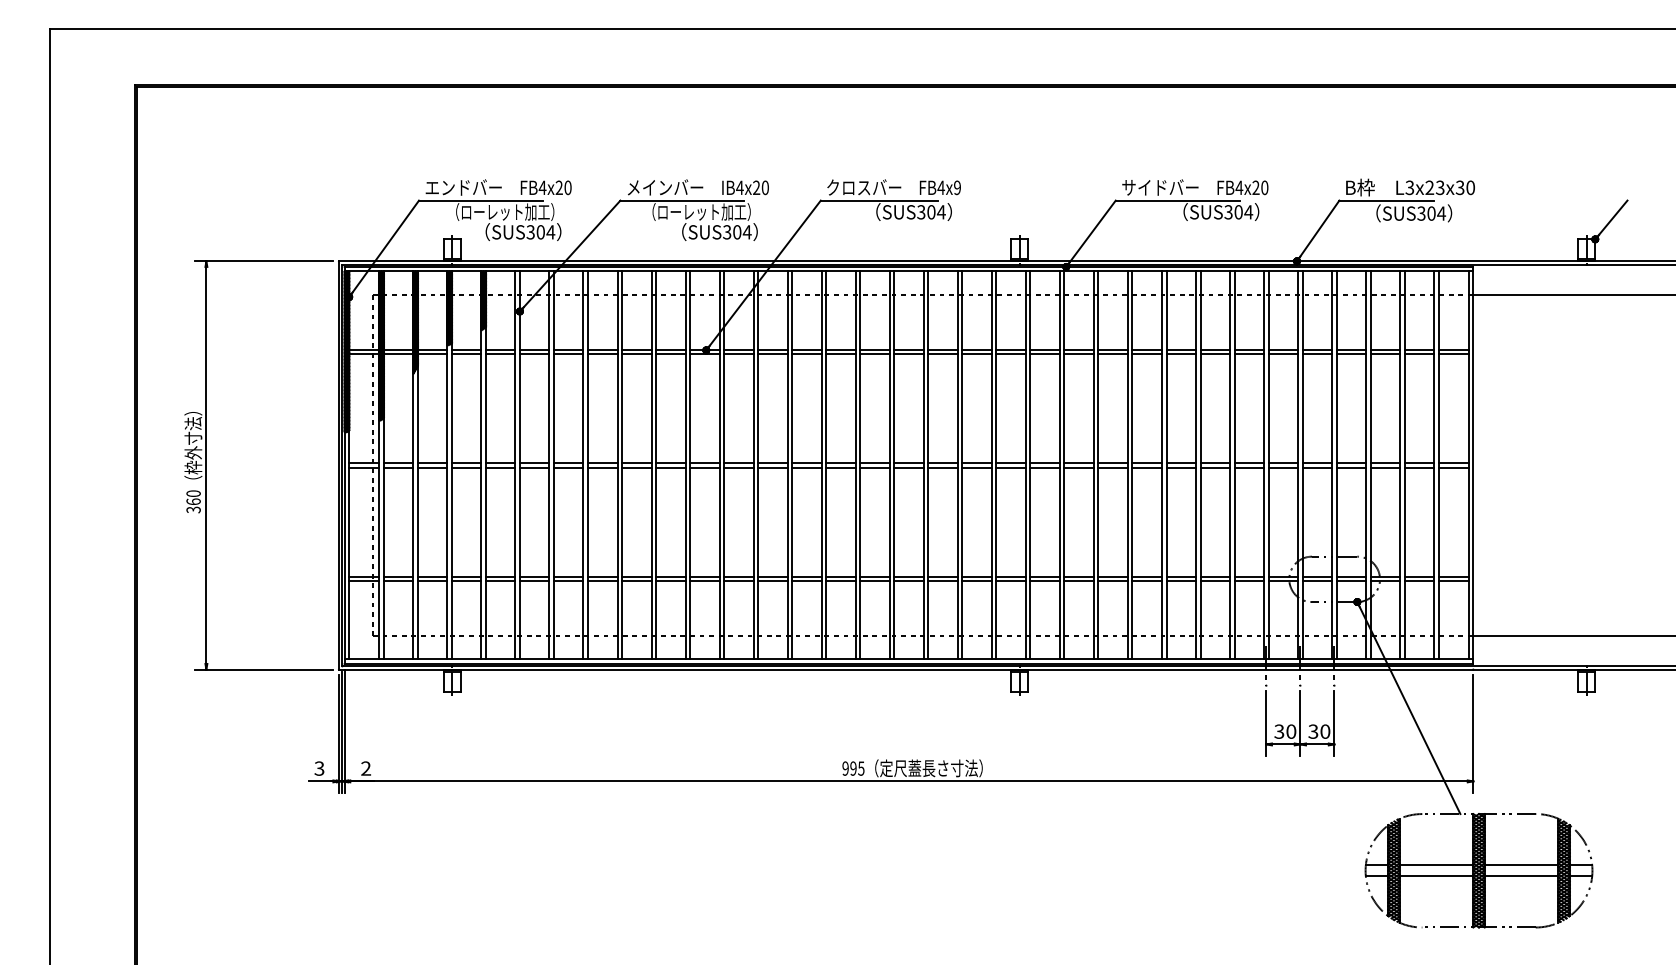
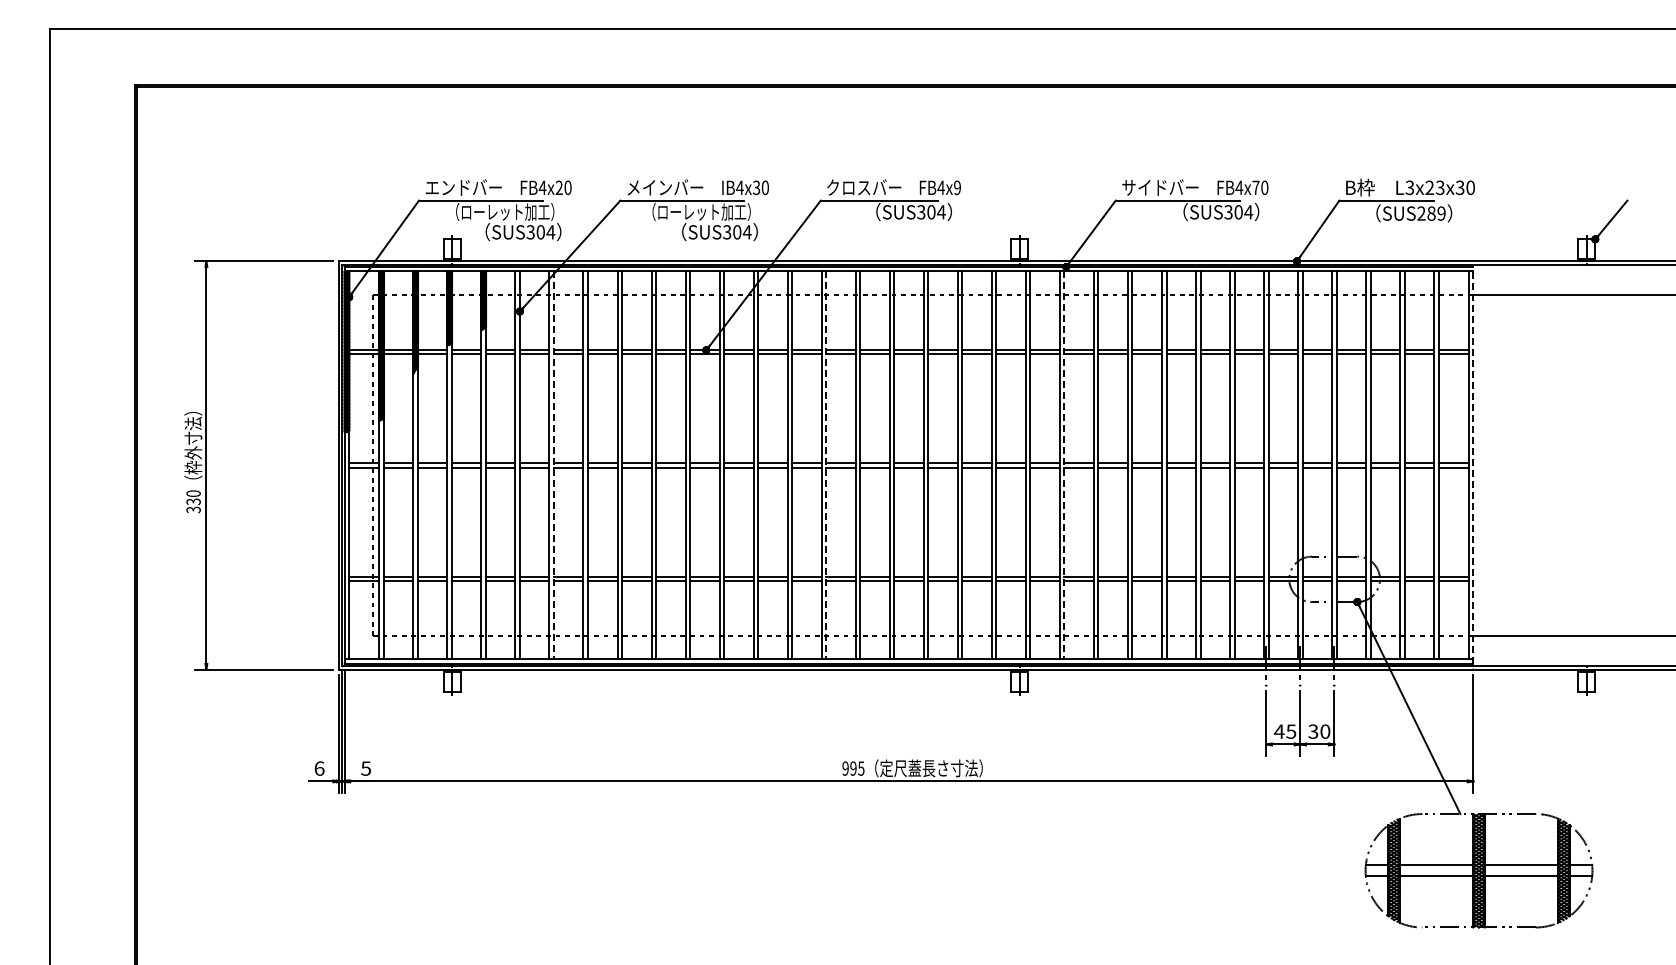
text at (1255, 187): FB4x20 -> FB4x70
text at (756, 188): IB4x20 -> IB4x30
text at (1431, 213): SUS304 -> SUS289
line at (553, 465): solid -> dashed
line at (826, 465): solid -> dashed
line at (1064, 465): solid -> dashed
line at (1473, 465): solid -> dashed
text at (193, 501): 360 -> 330
text at (1285, 731): 30 -> 45
text at (319, 768): 3 -> 6
text at (366, 768): 2 -> 5
